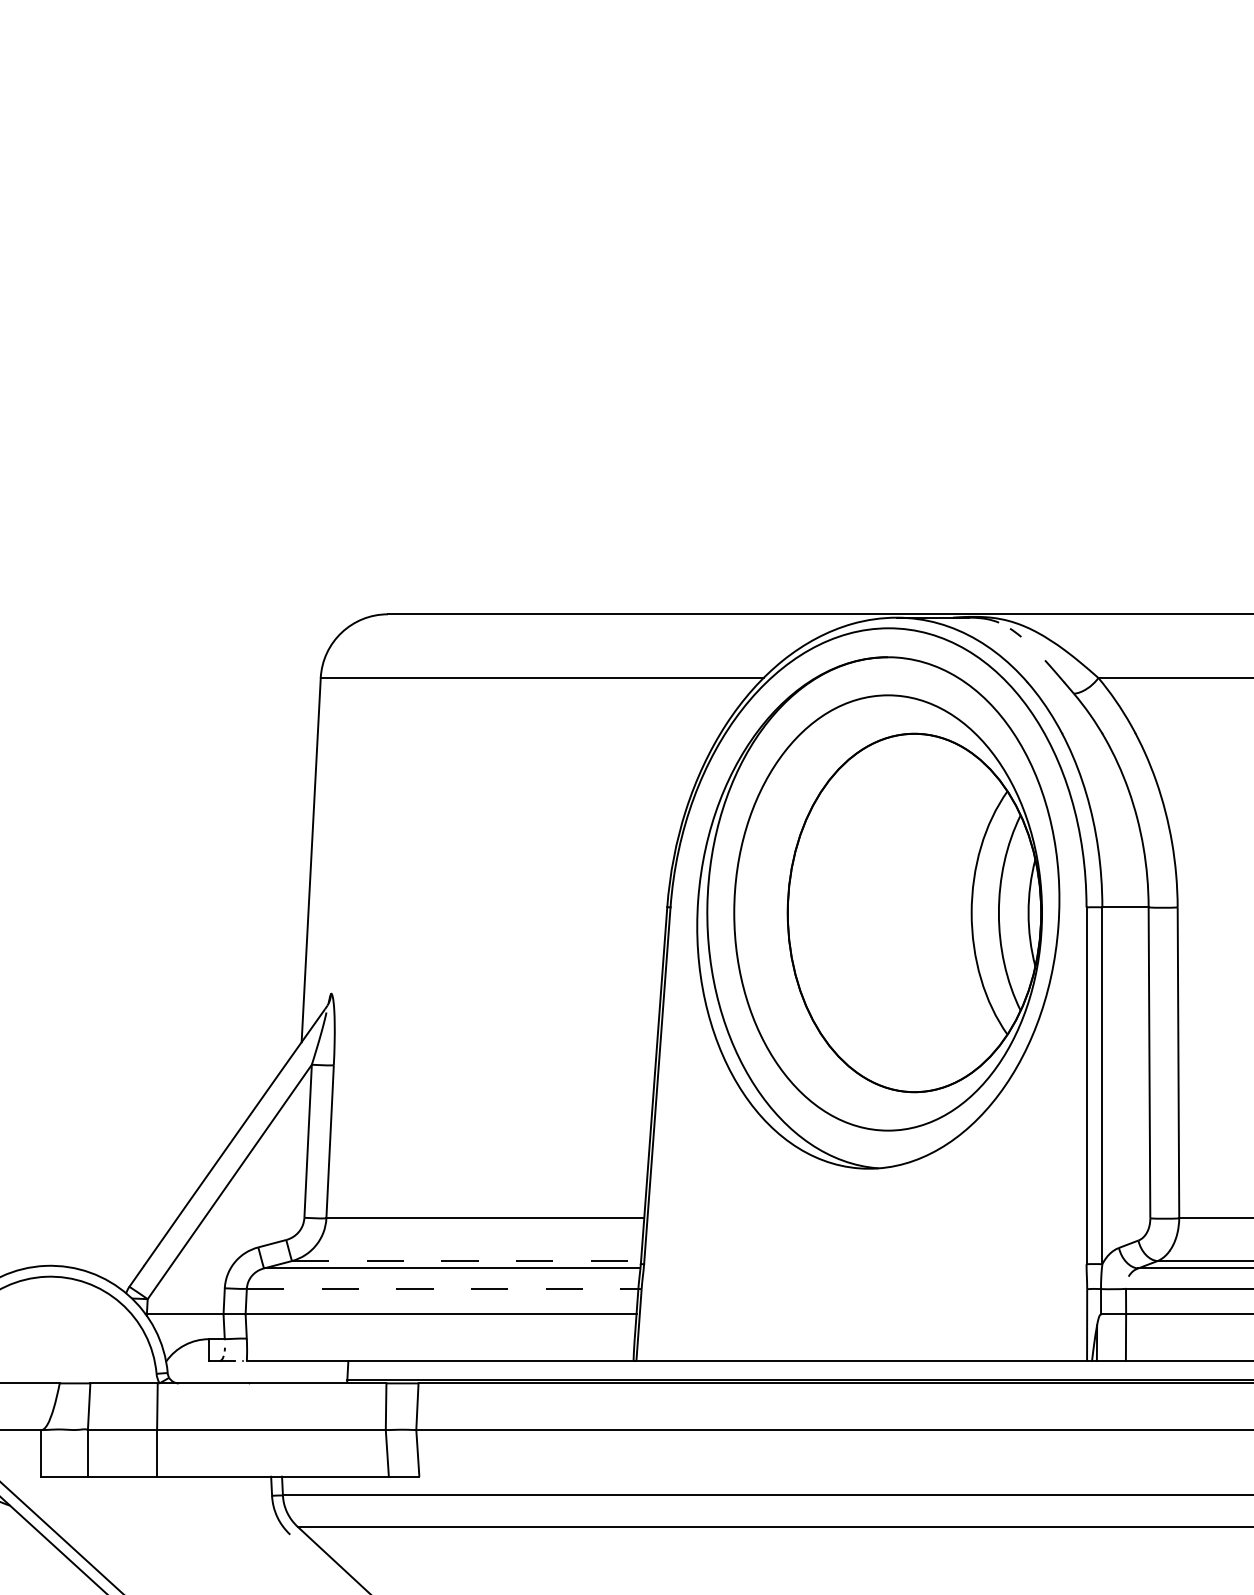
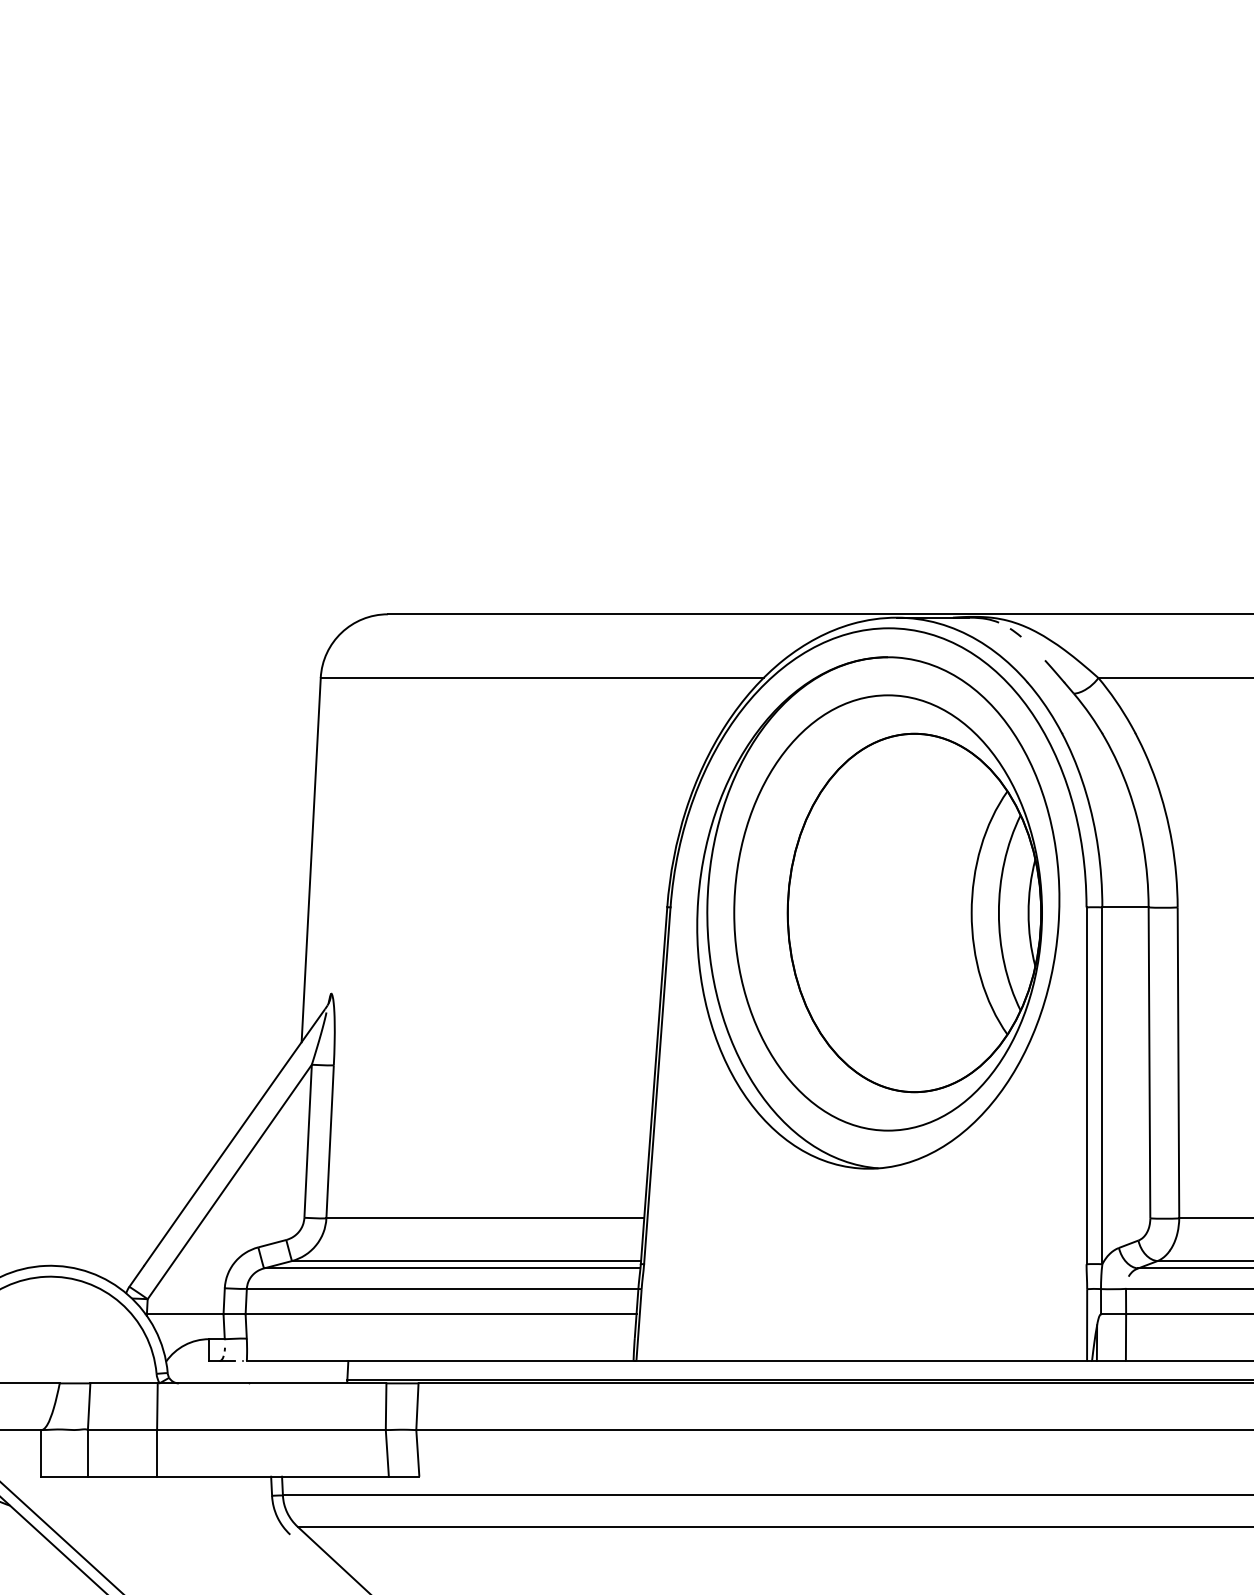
line at (466, 1261): dashed -> solid
line at (442, 1288): dashed -> solid
